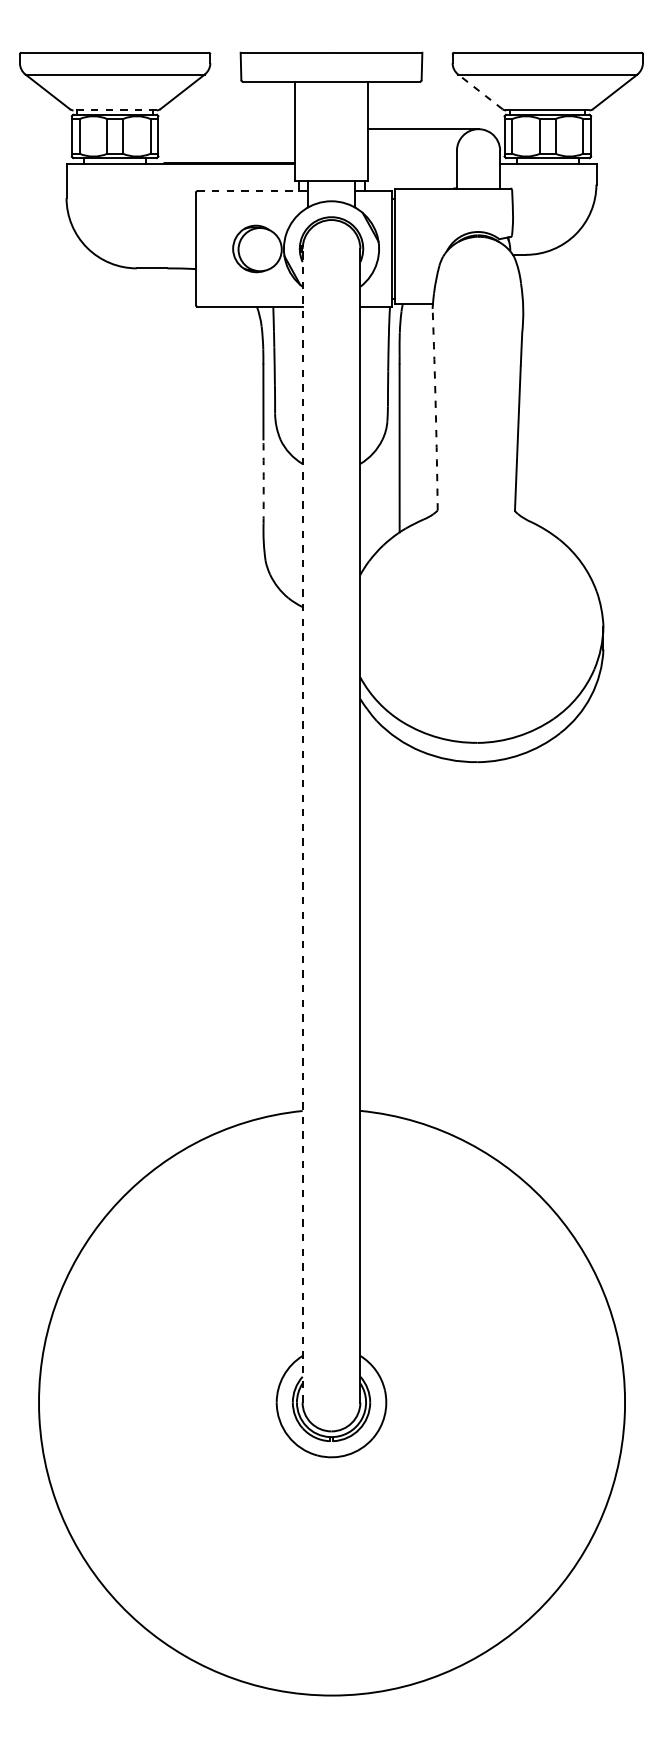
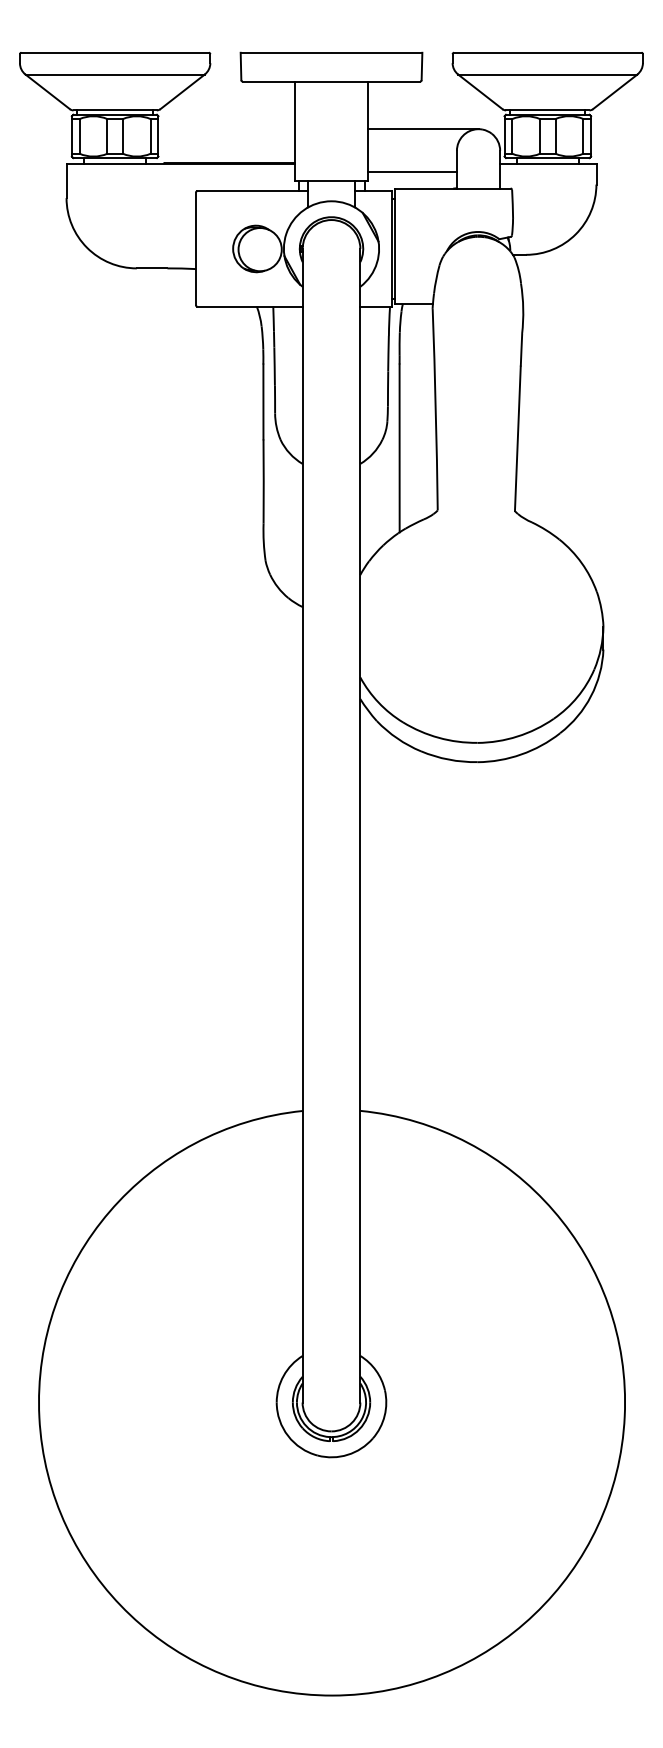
line at (479, 91): dashed -> solid
line at (115, 110): dashed -> solid
line at (411, 172): none -> present
line at (252, 191): dashed -> solid
arc at (435, 409): dashed -> solid
arc at (263, 481): dashed -> solid
line at (302, 825): dashed -> solid
